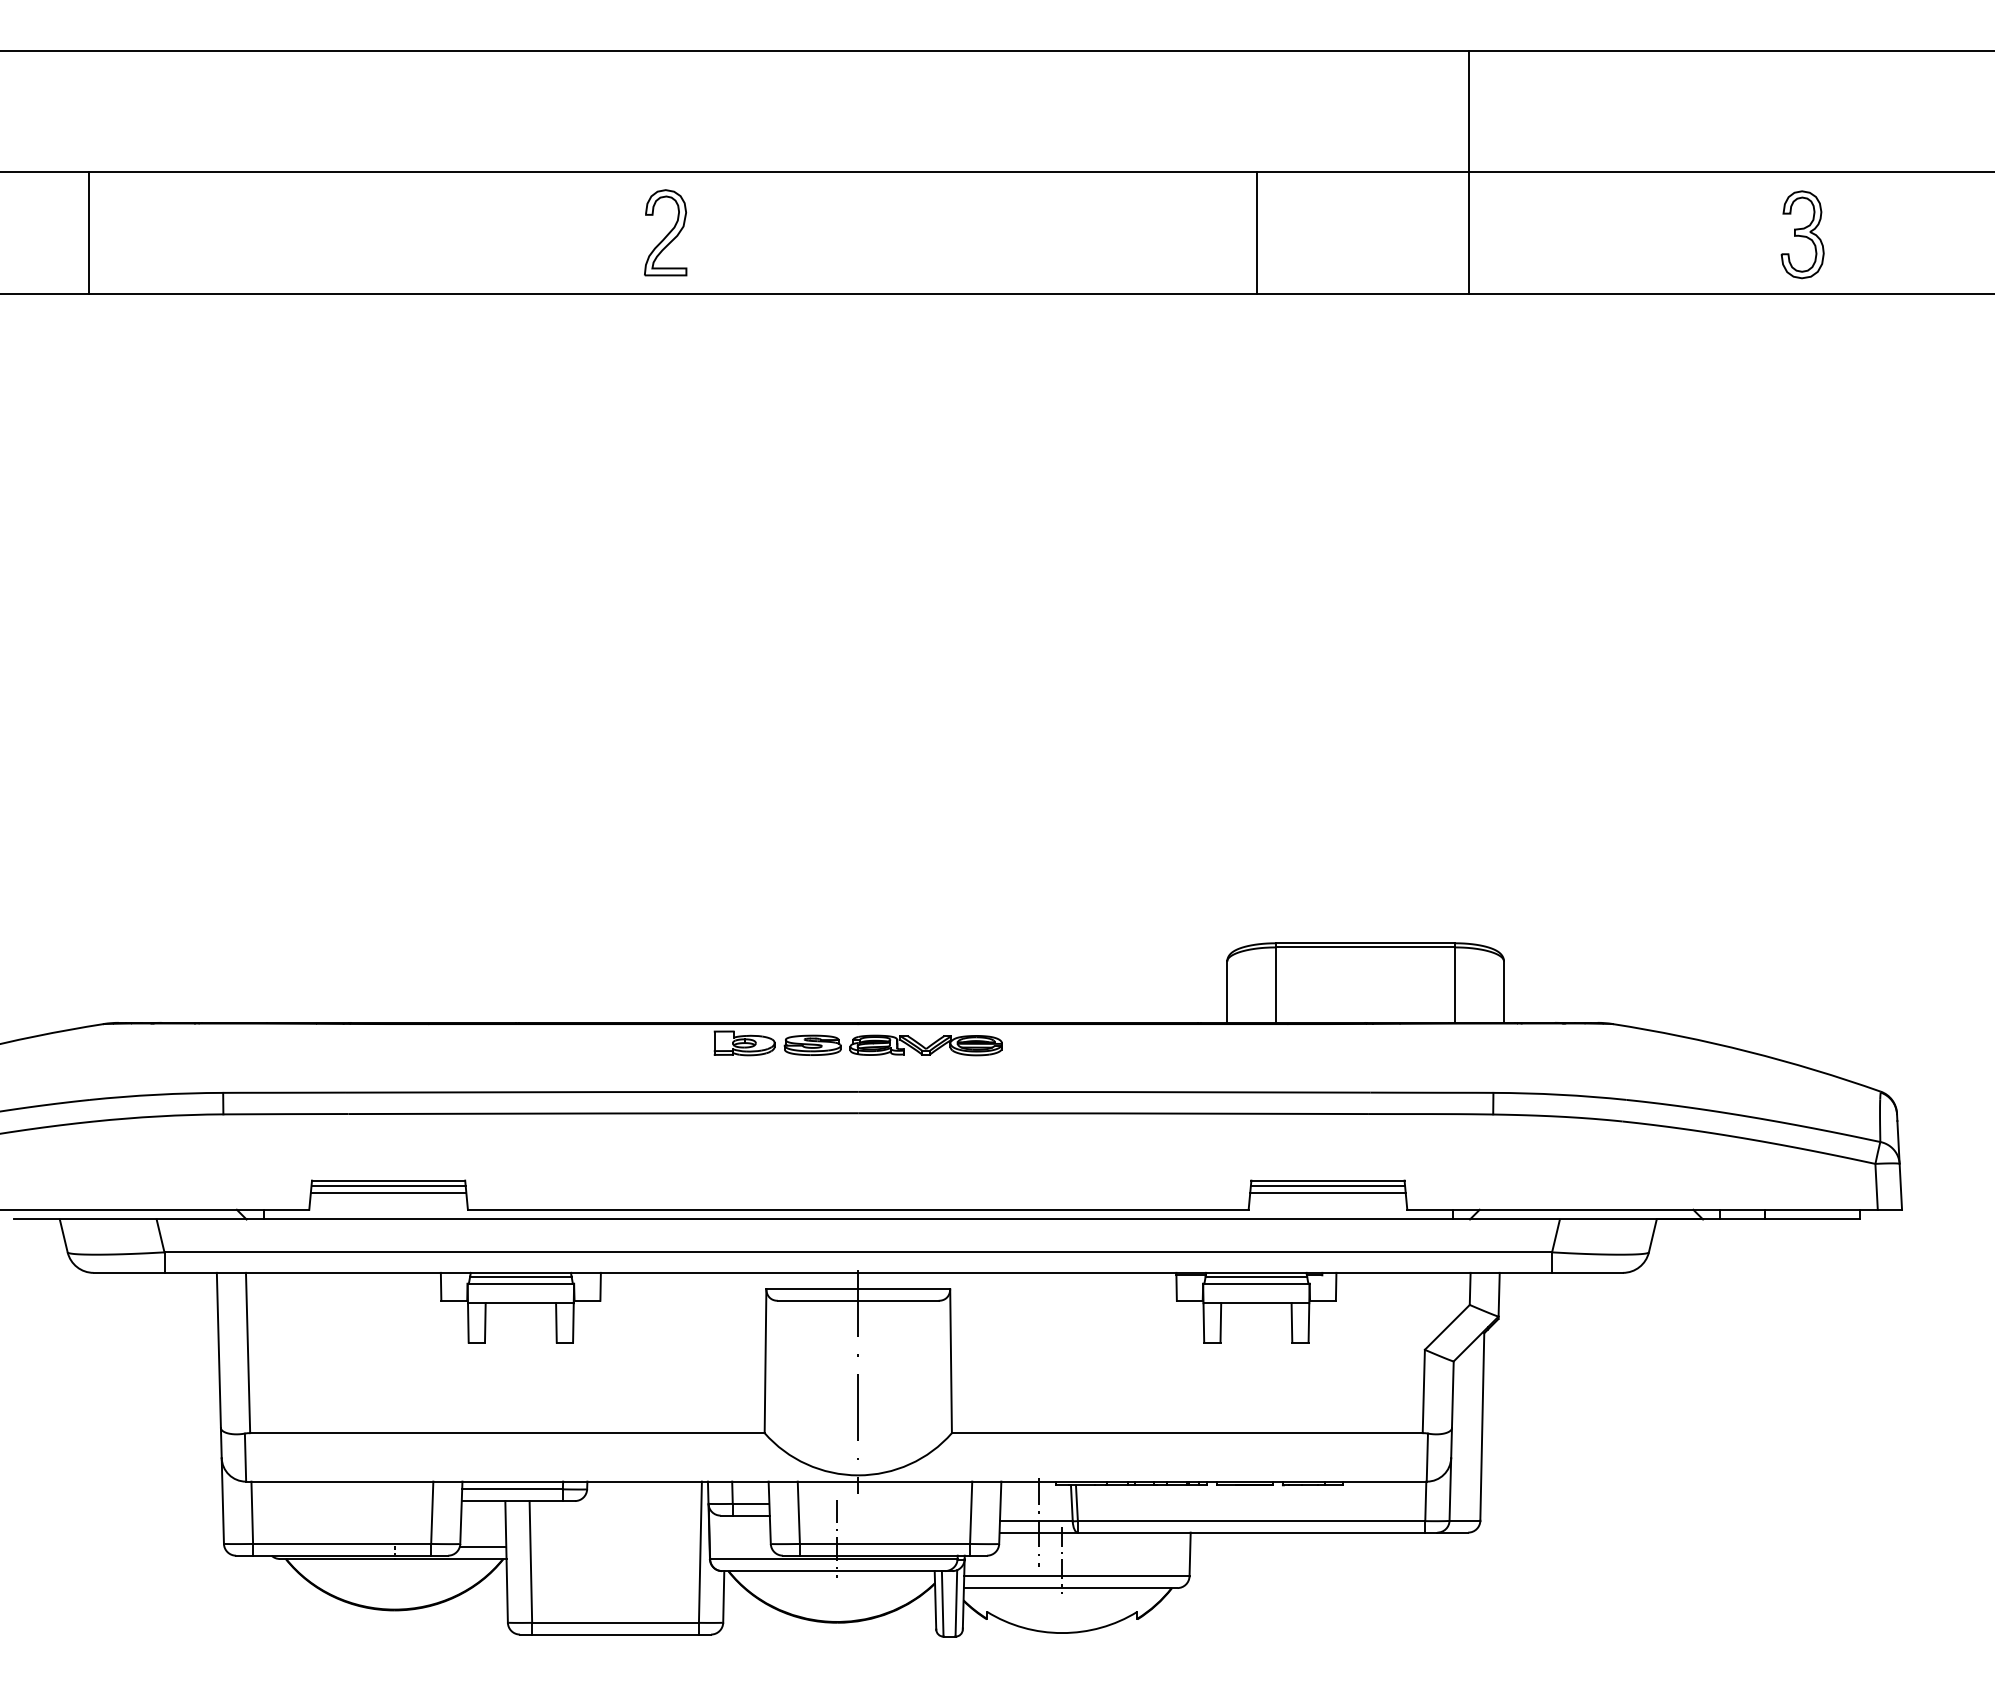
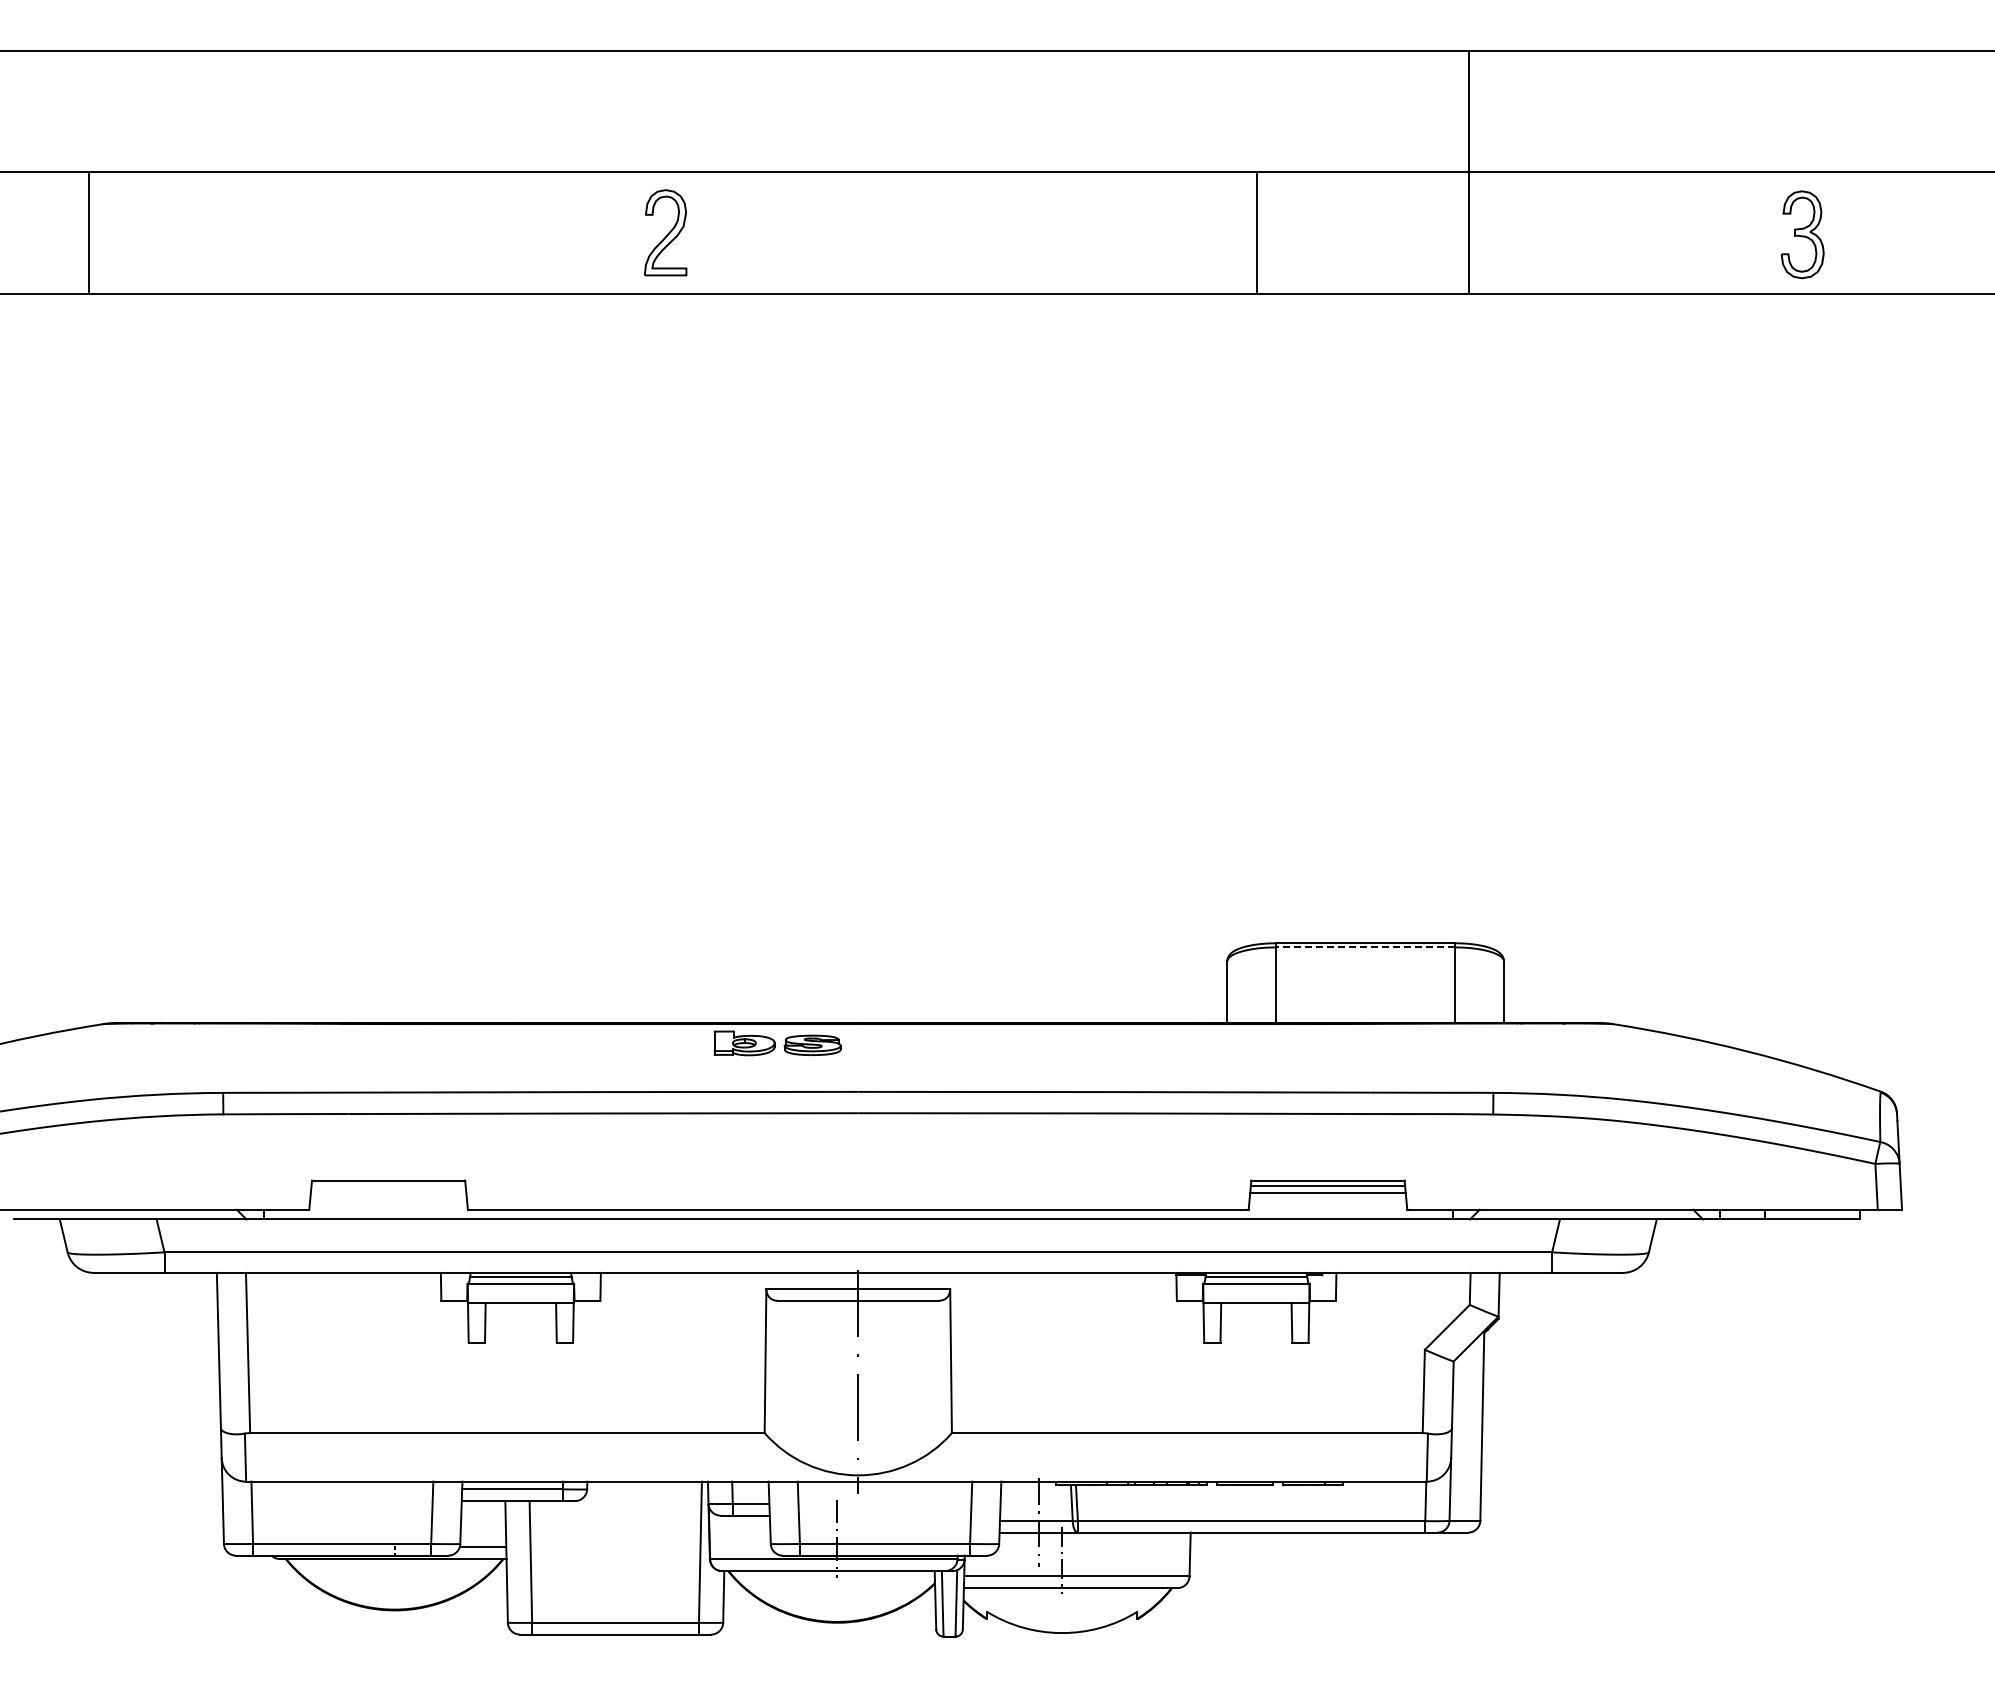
line at (1365, 947): solid -> dashed
part at (925, 1045): present -> none
line at (388, 1185): present -> none
line at (388, 1192): present -> none
